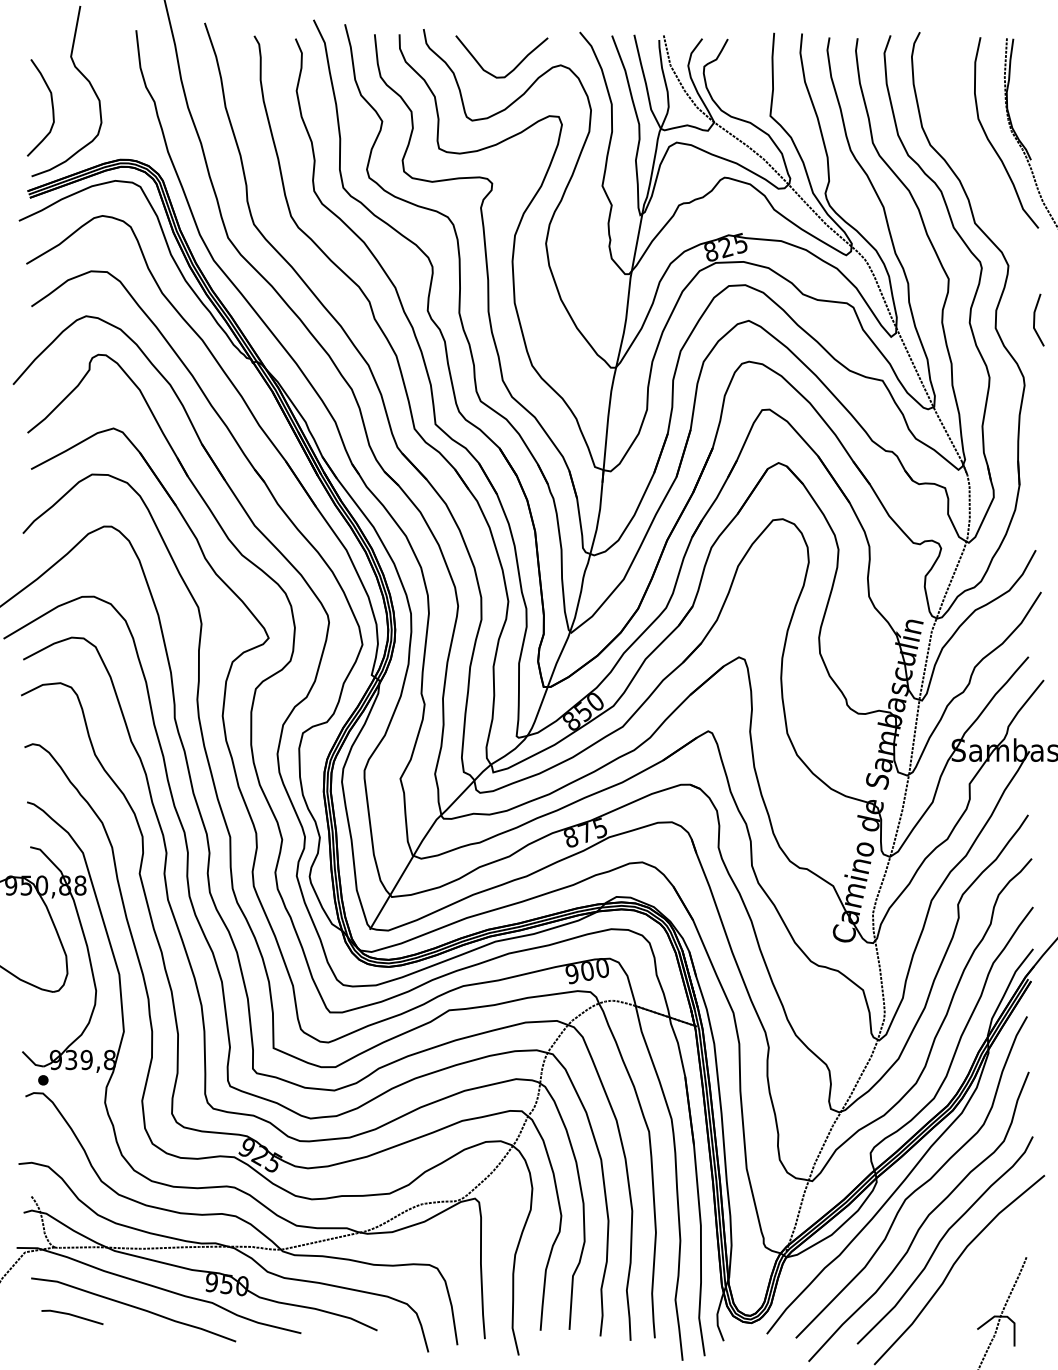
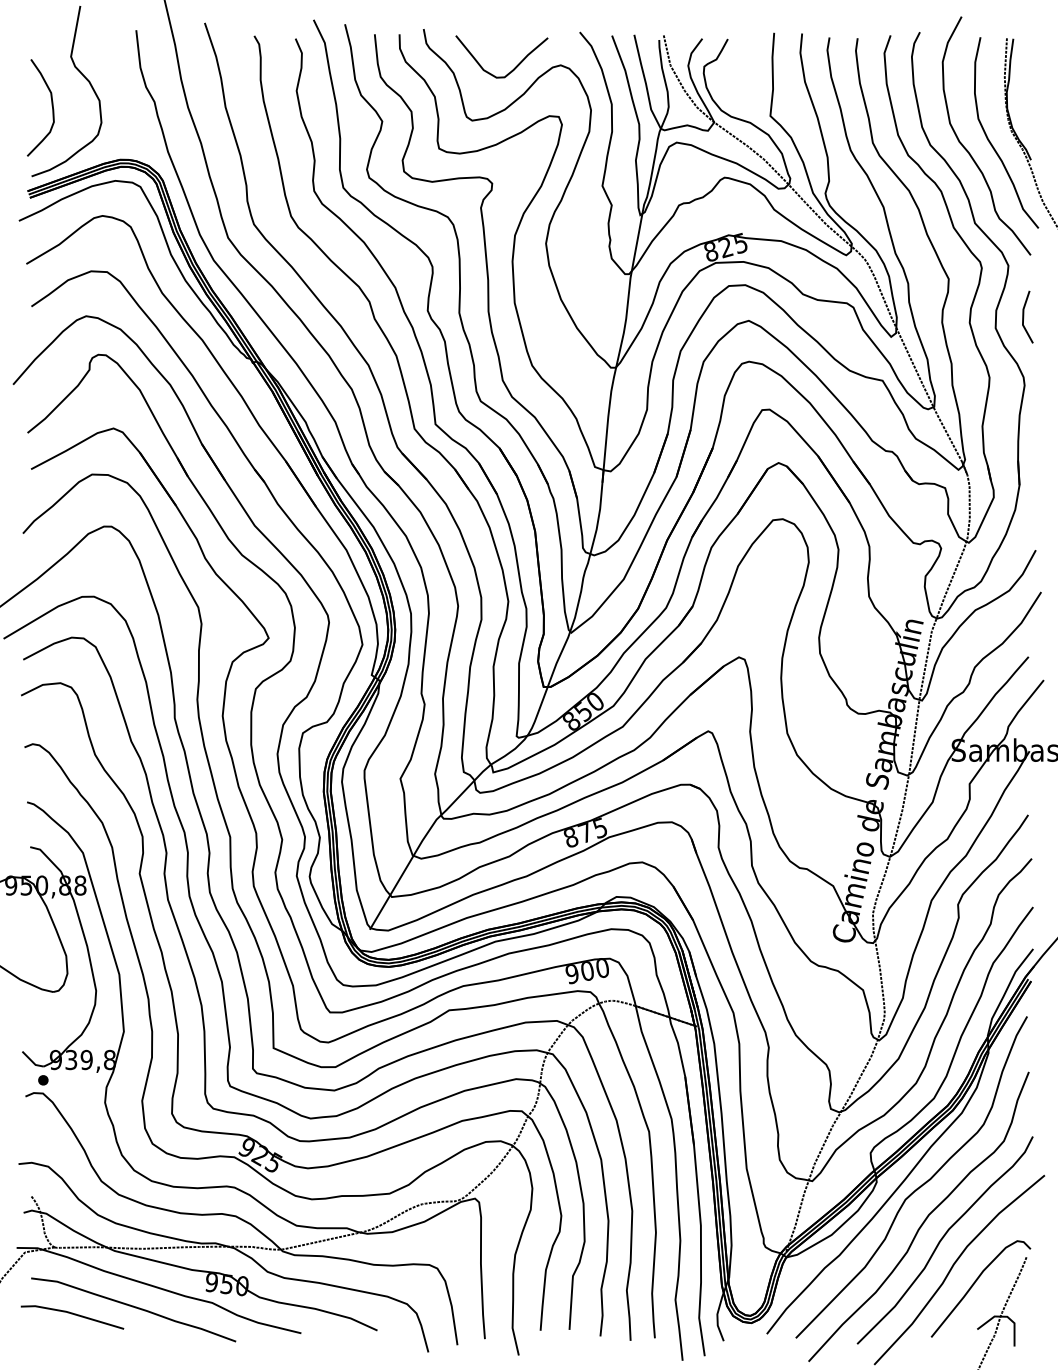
curve at (968, 150): none -> present
line at (1035, 319) position: (1035, 319) -> (1024, 316)
part at (975, 1283): none -> present
part at (72, 1316) size: 63x16 px -> 105x25 px
